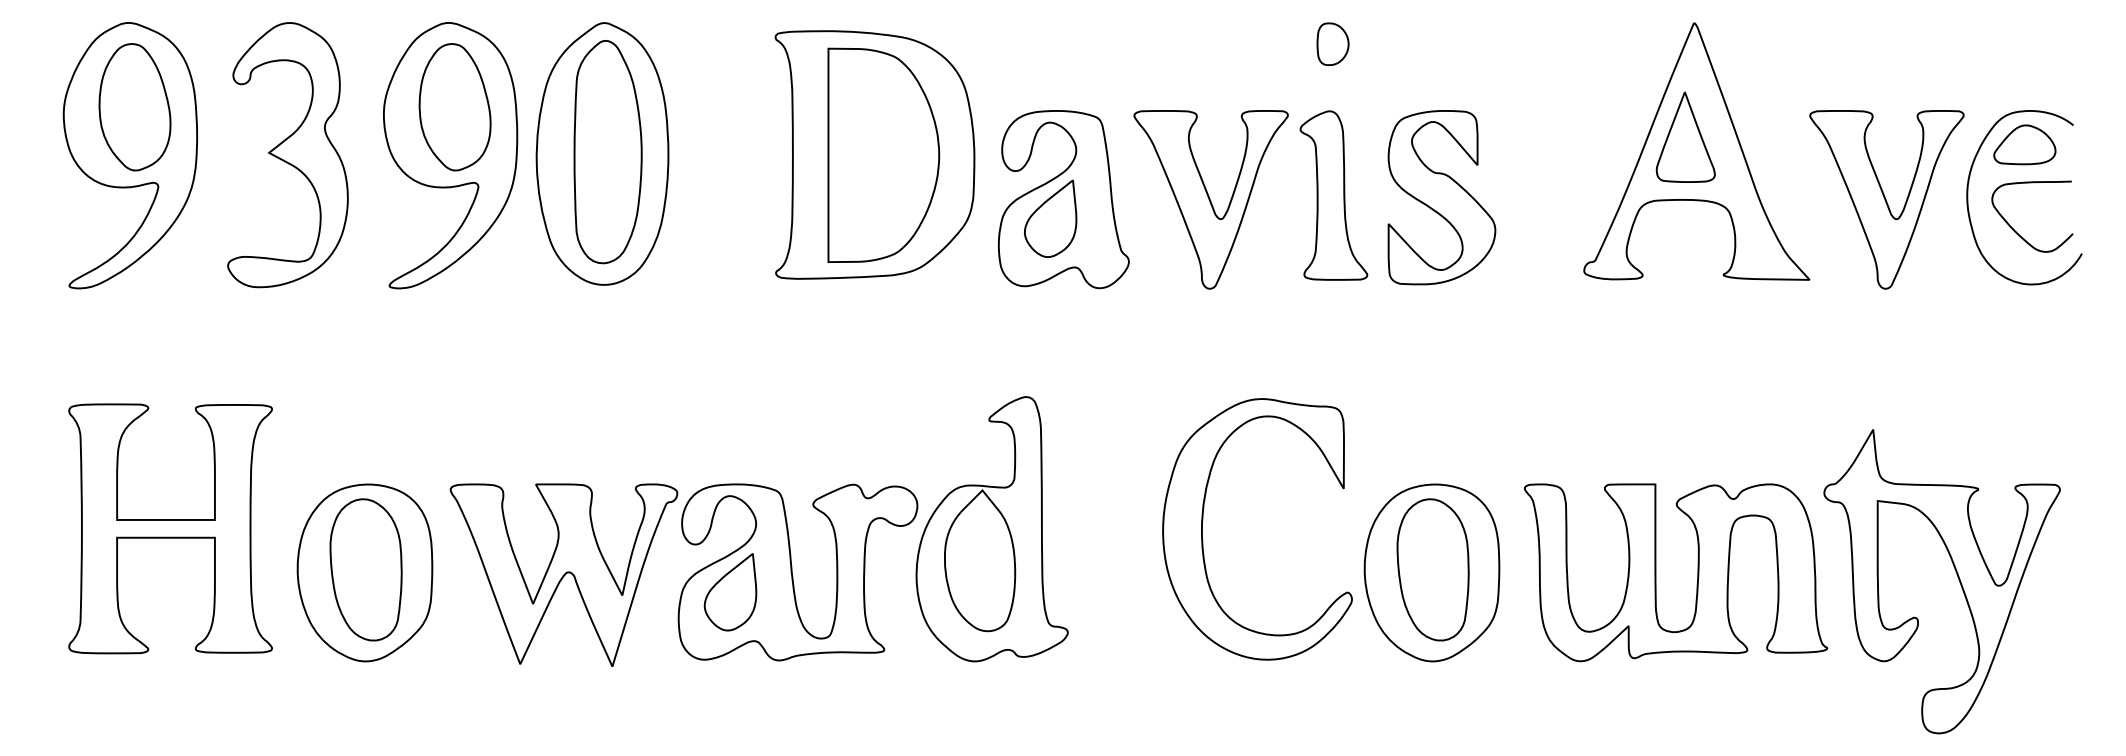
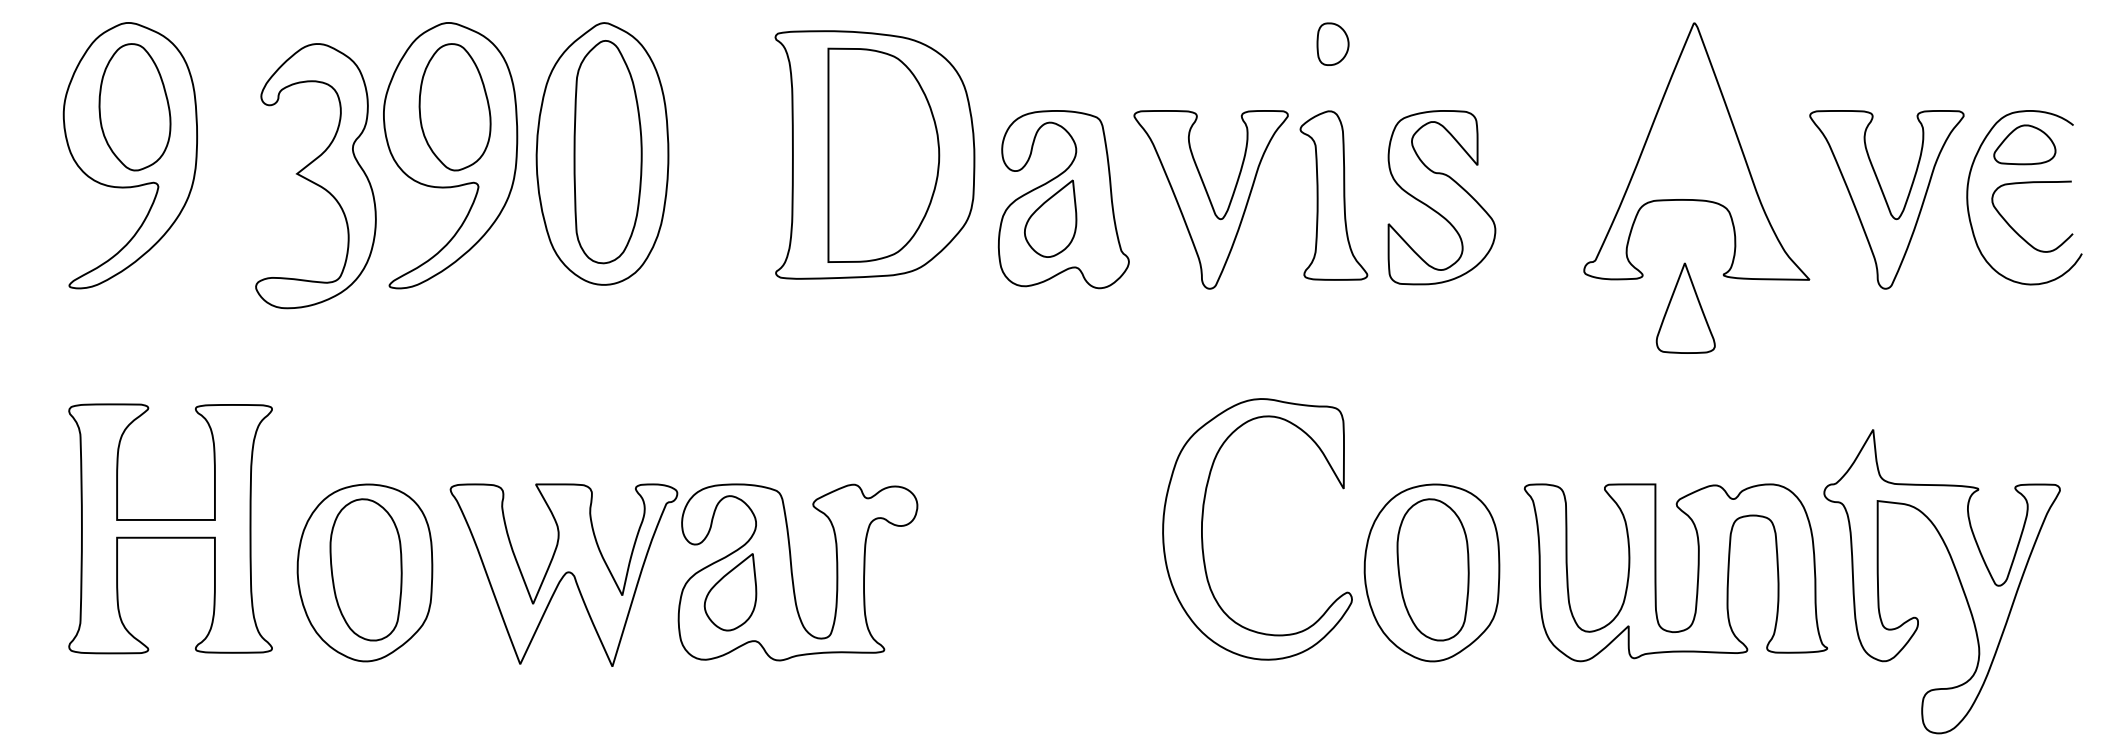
part at (1685, 136) position: (1685, 136) -> (1685, 307)
part at (287, 155) position: (287, 155) -> (315, 176)
part at (991, 529): present -> none
